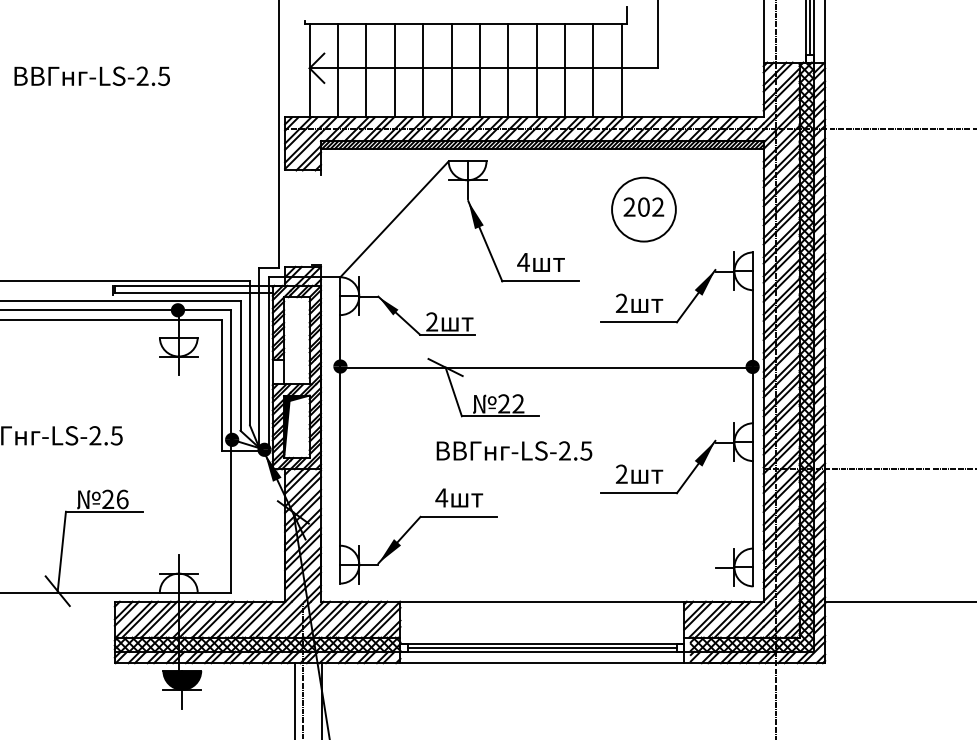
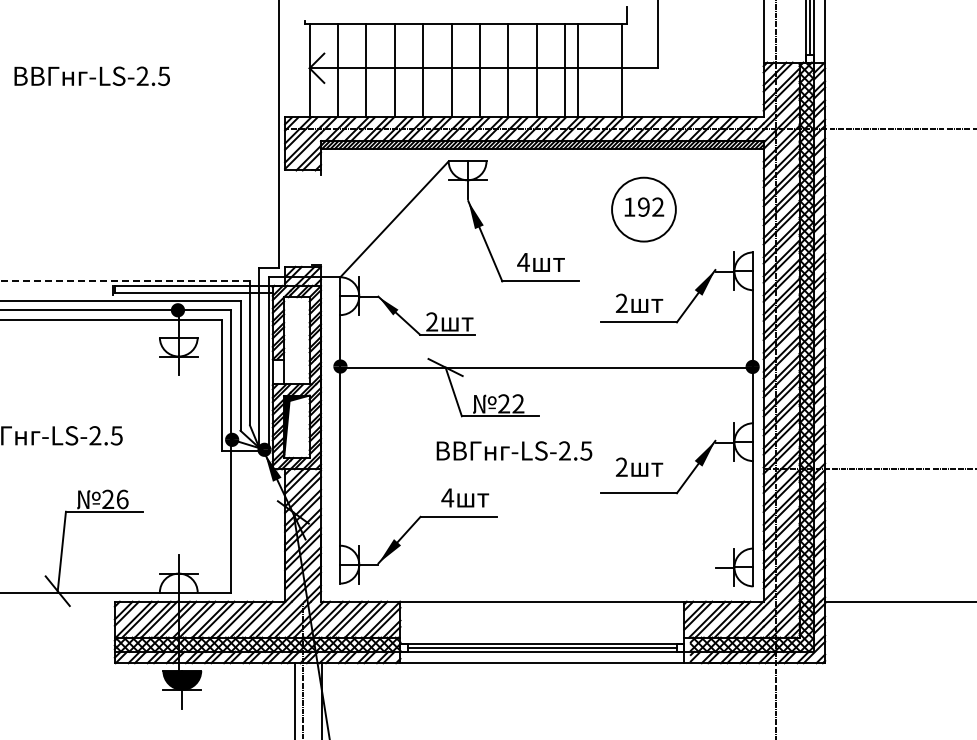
line at (593, 70) position: (593, 70) -> (578, 70)
text at (636, 206): 202 -> 192
line at (125, 281): solid -> dashed
text at (639, 473) position: (639, 473) -> (639, 466)
text at (459, 497) position: (459, 497) -> (465, 497)
